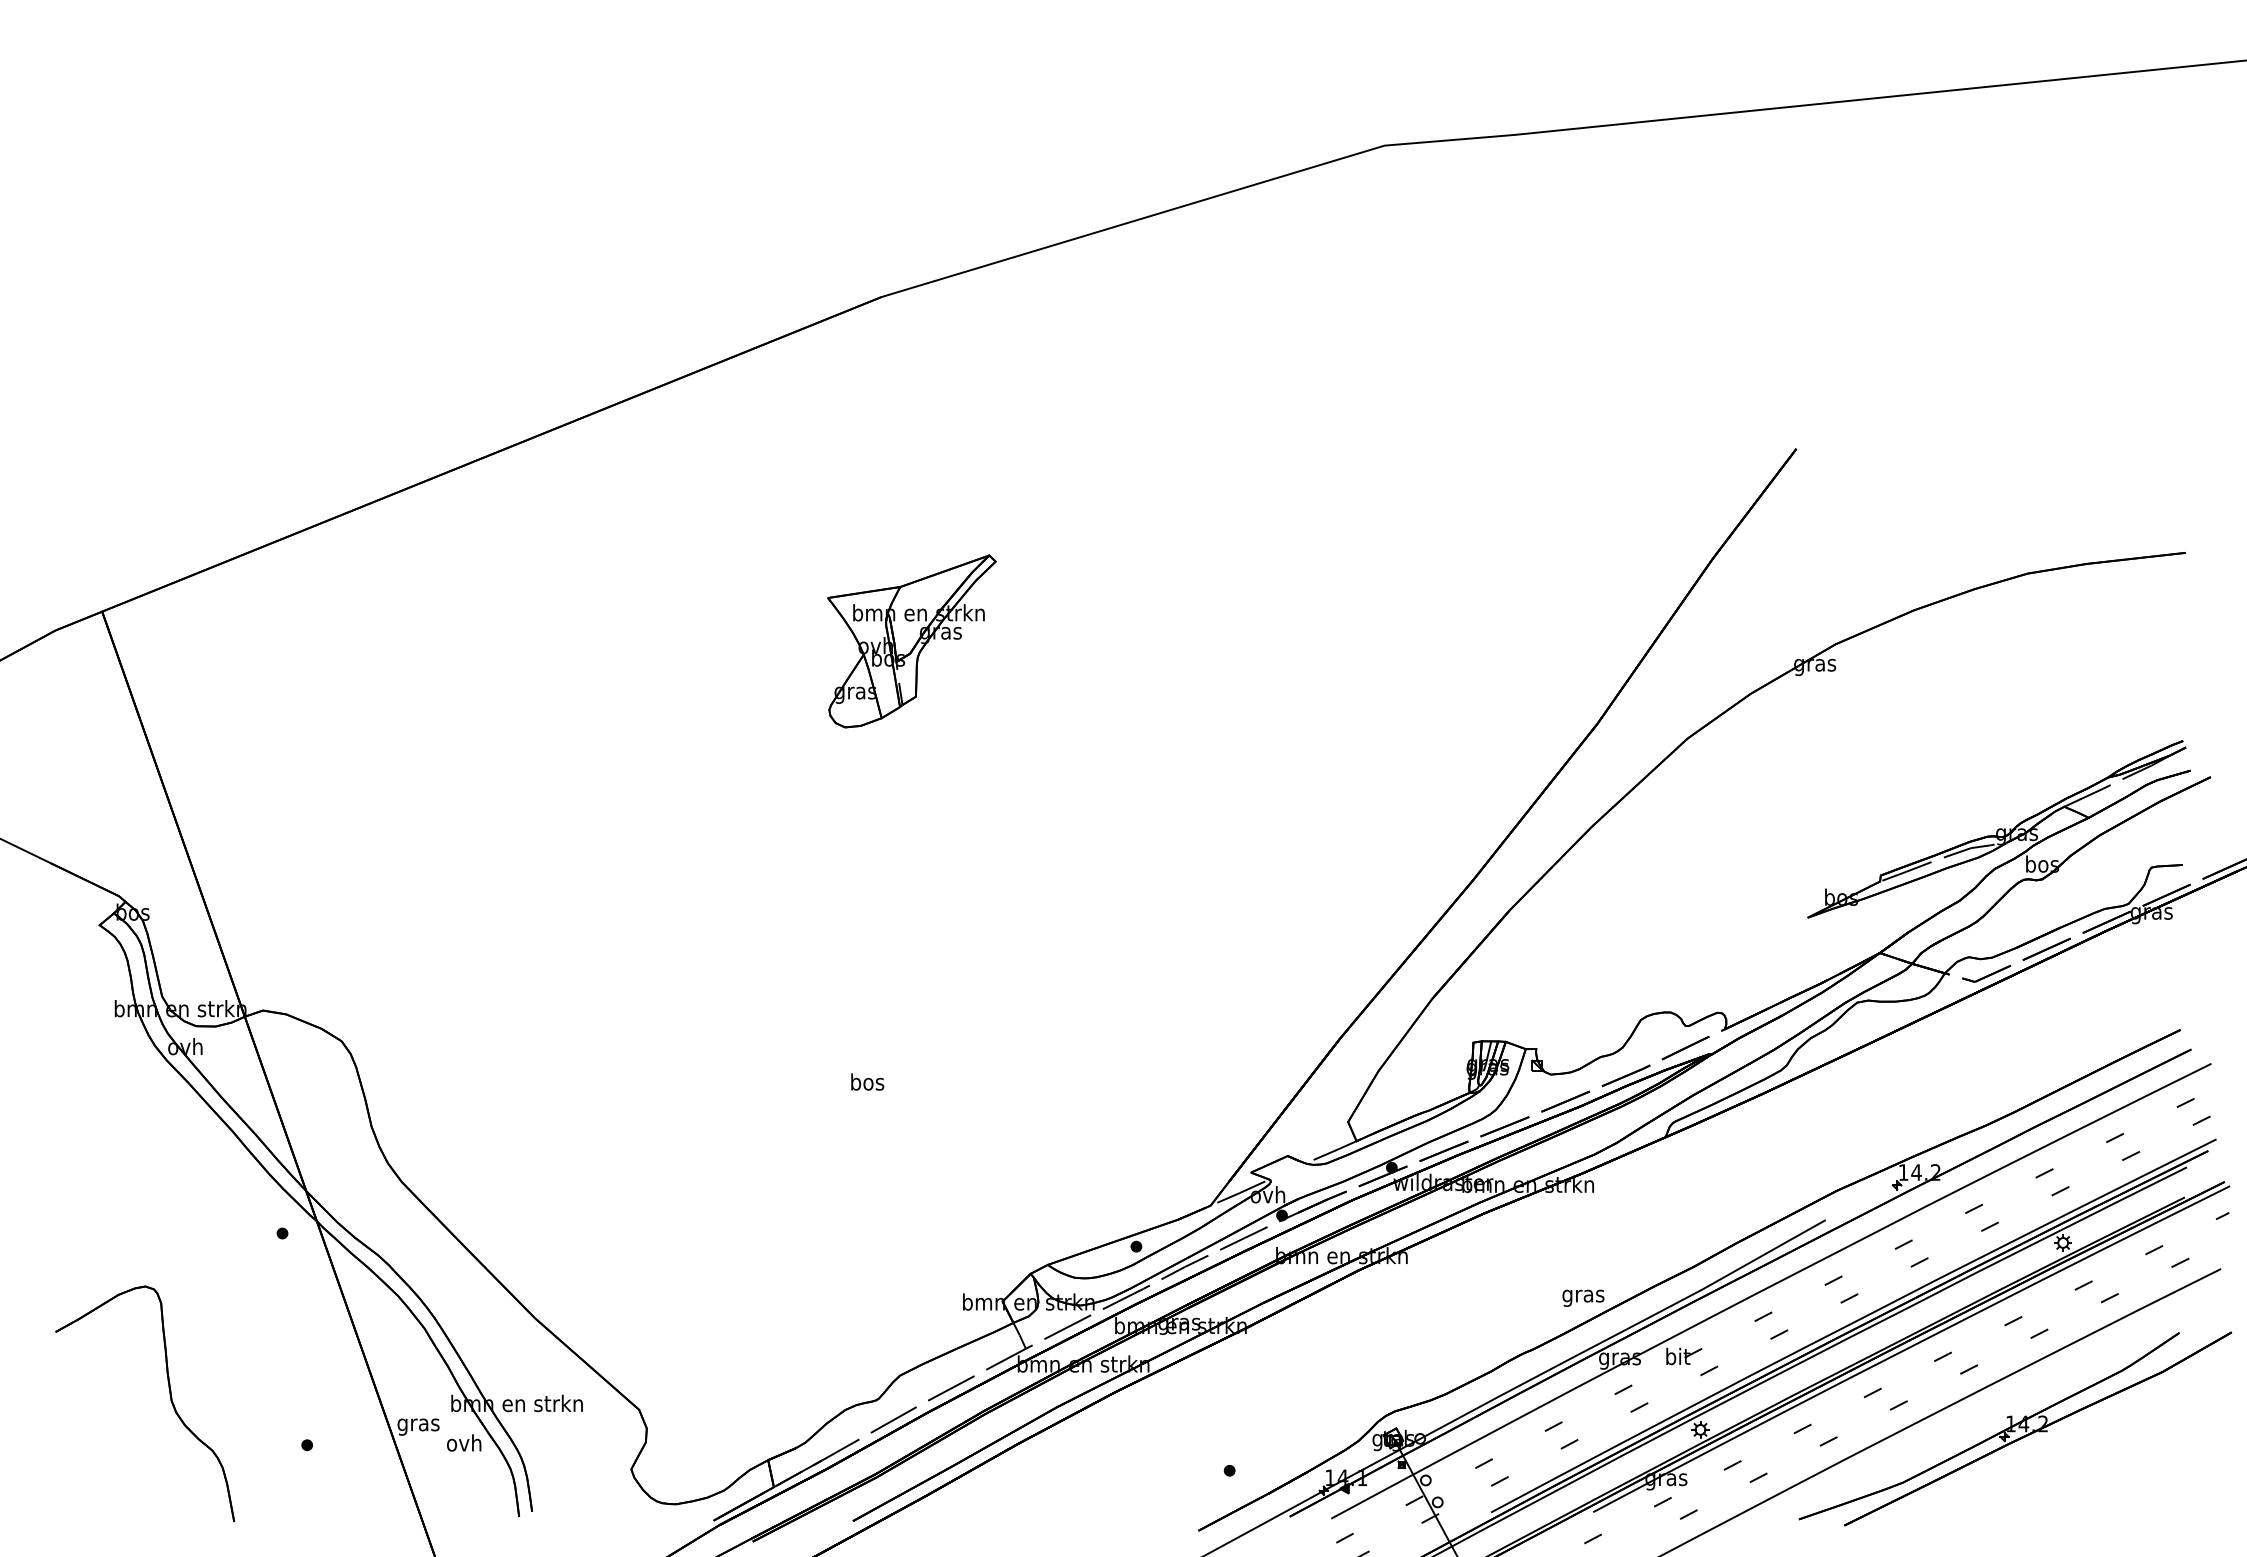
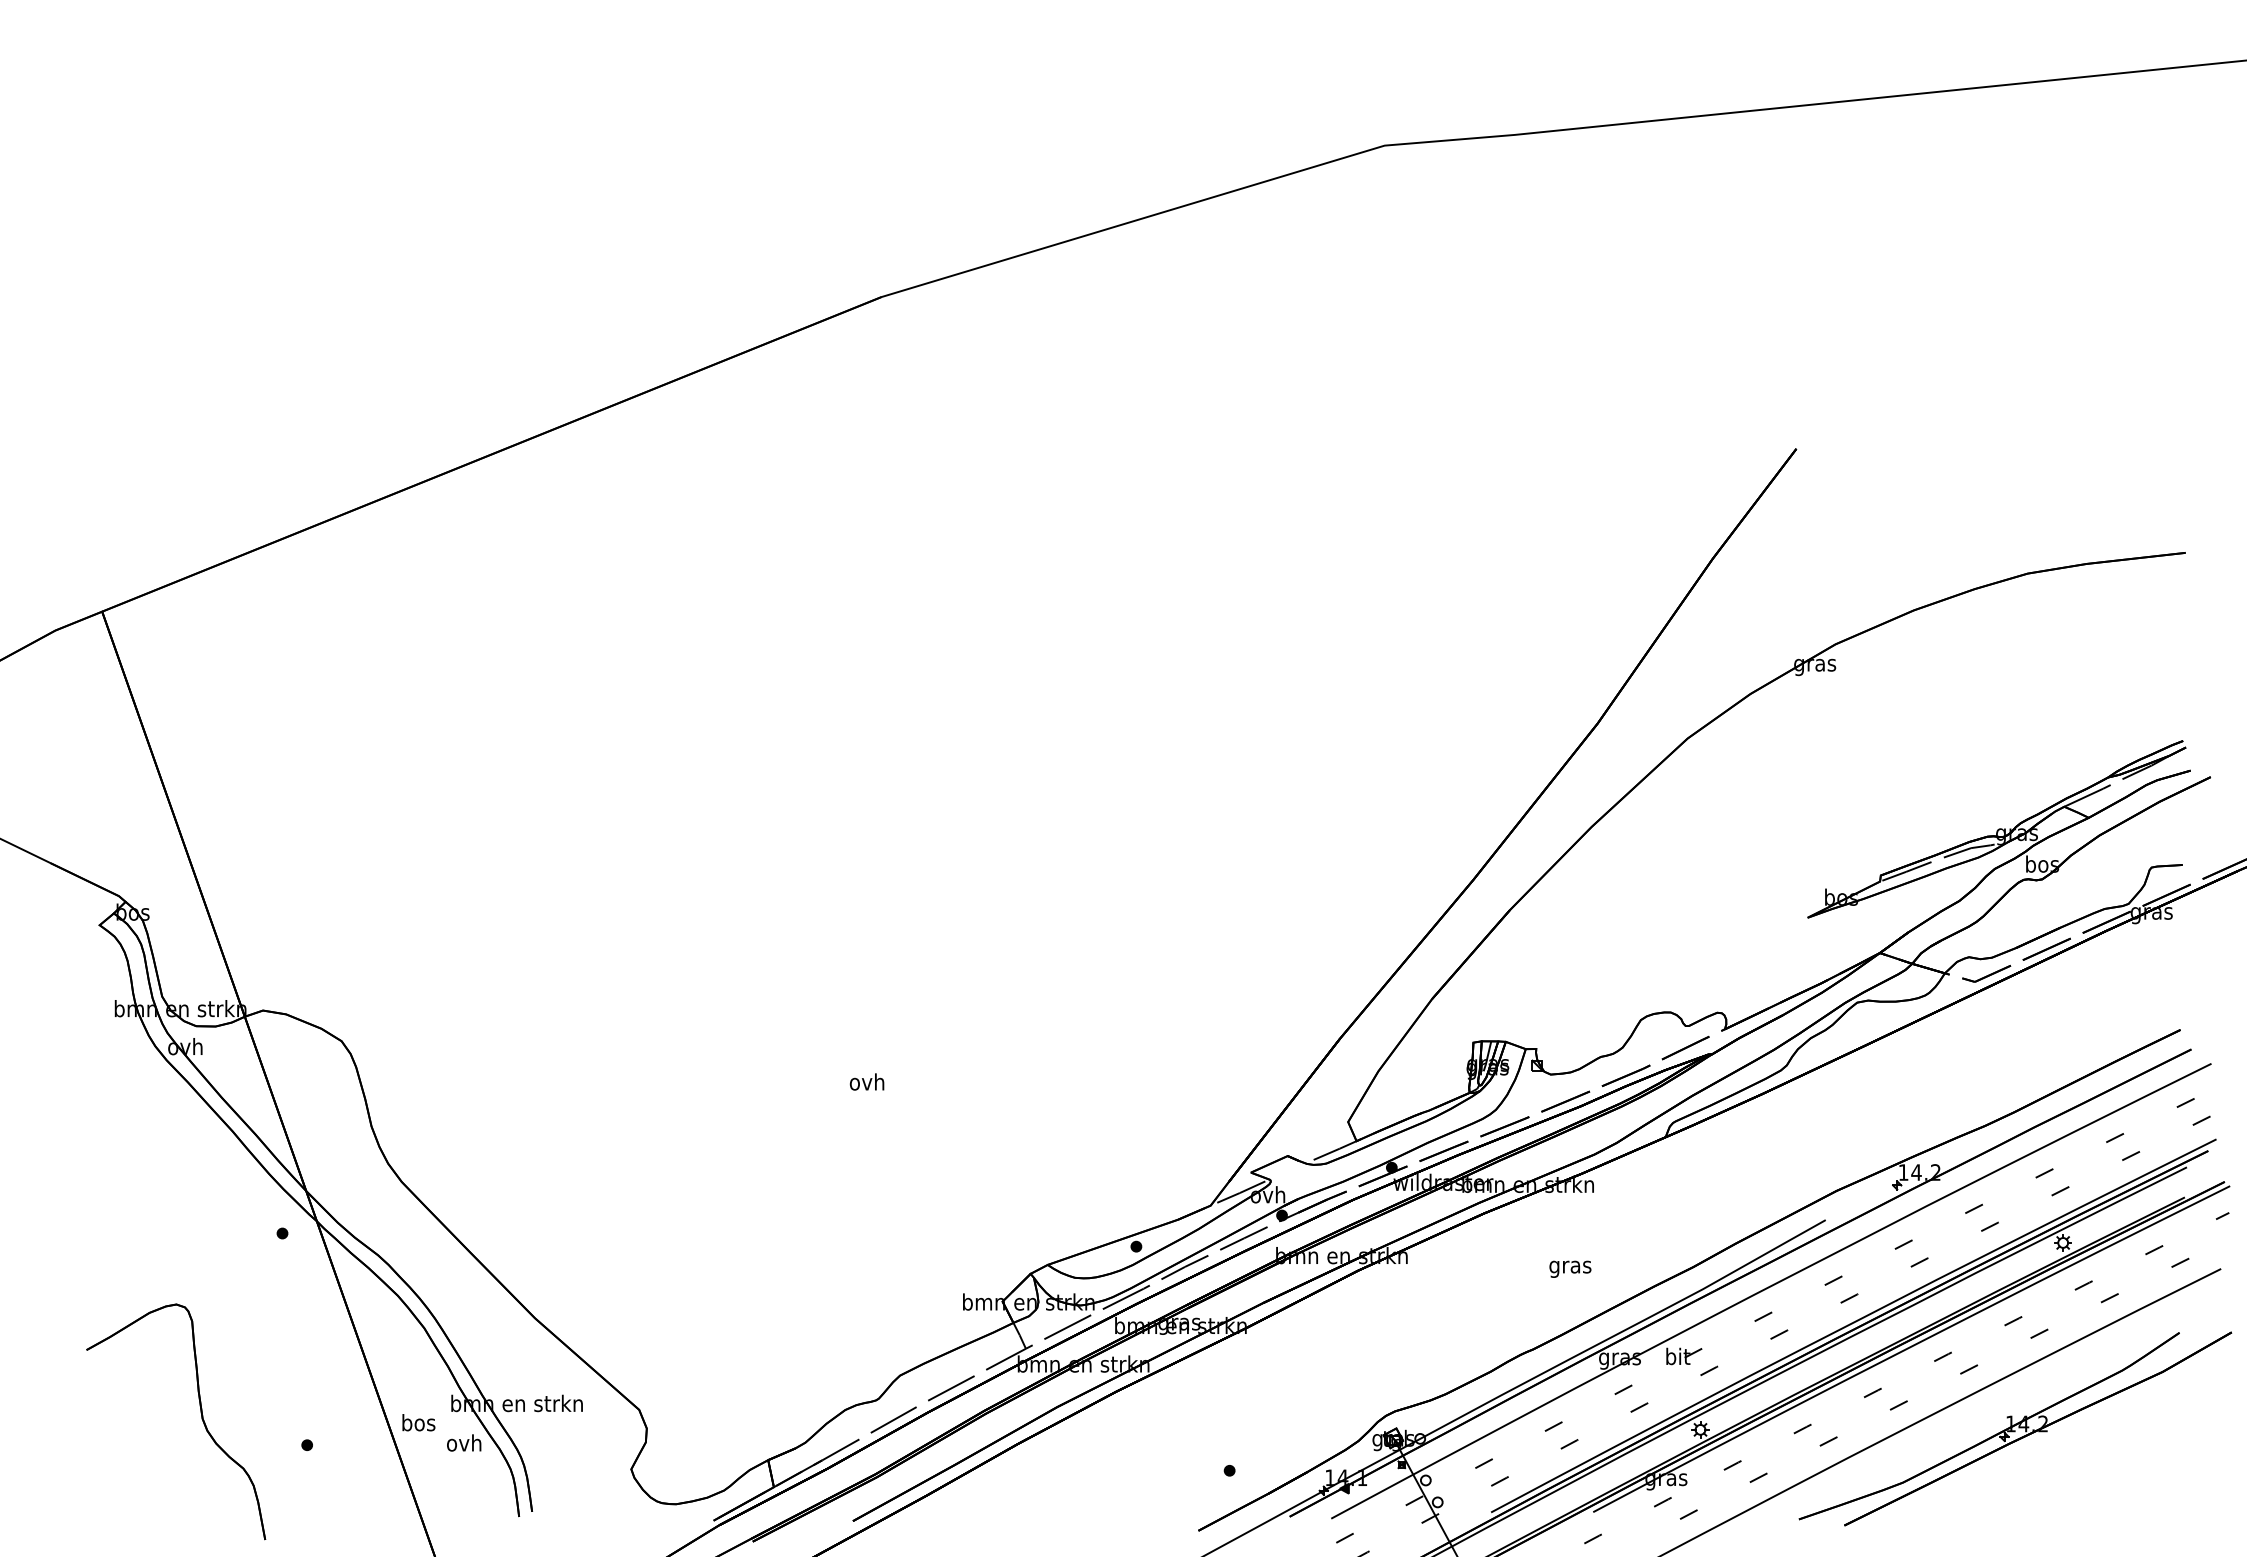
part at (911, 641): present -> none
text at (866, 1081): bos -> ovh
text at (1583, 1297) position: (1583, 1297) -> (1570, 1268)
part at (170, 1401) position: (170, 1401) -> (201, 1419)
text at (418, 1424): gras -> bos
